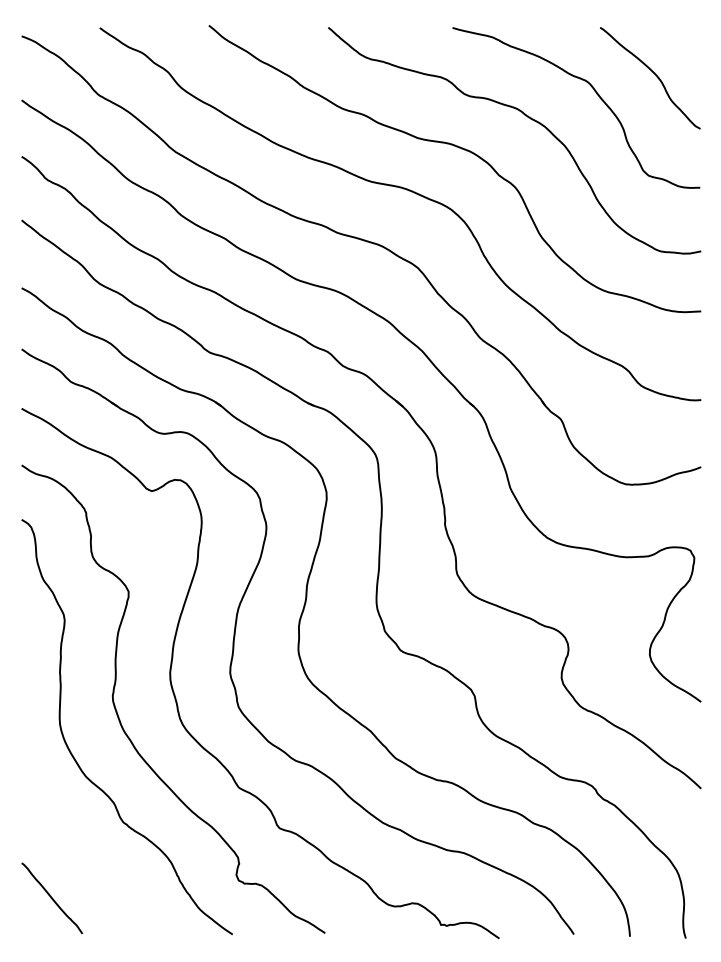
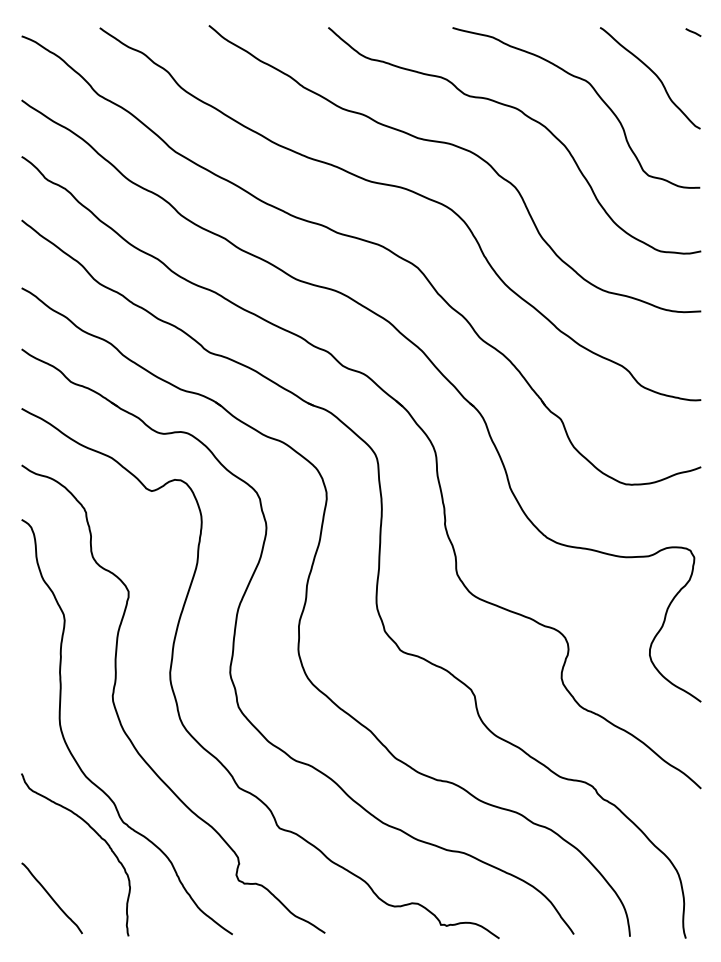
line at (693, 32): none -> present
curve at (95, 833): none -> present
